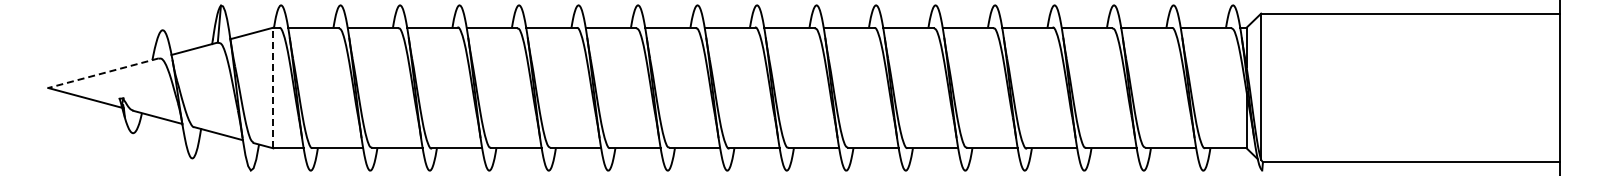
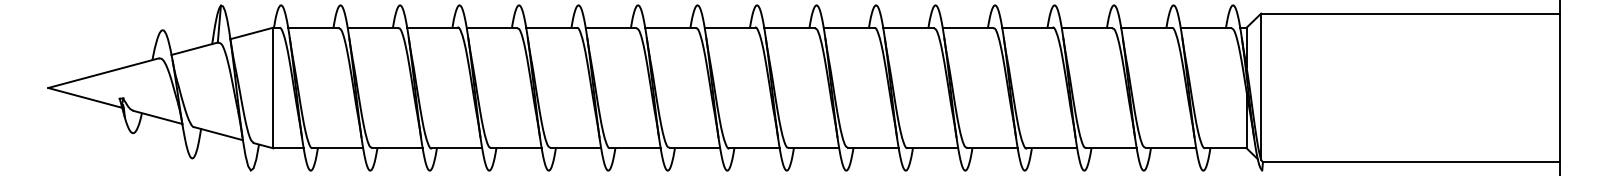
line at (103, 73): dashed -> solid
line at (273, 87): dashed -> solid
